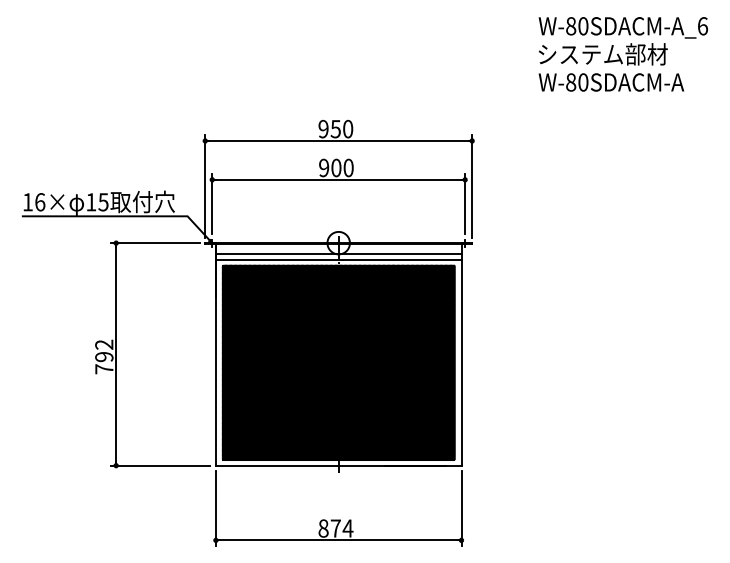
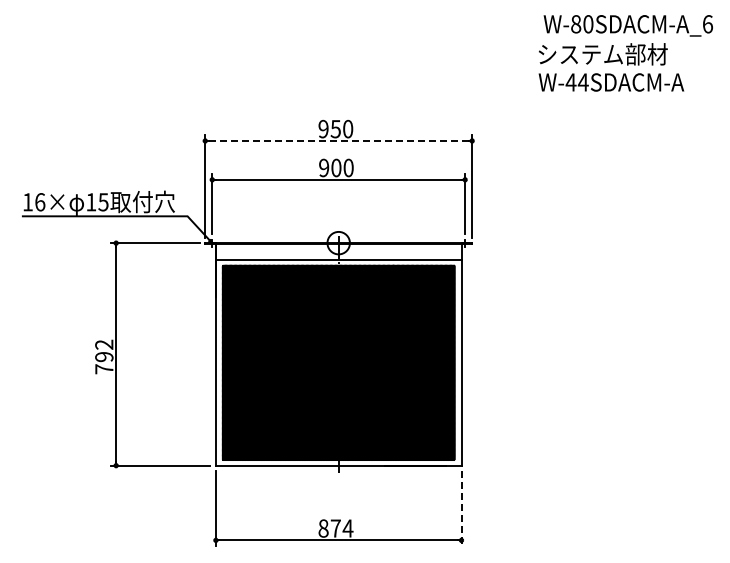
text at (622, 27) position: (622, 27) -> (627, 25)
text at (576, 82): W-80SDACM-A -> W-44SDACM-A
line at (338, 140): solid -> dashed
line at (338, 254): present -> none
line at (461, 509): solid -> dashed
